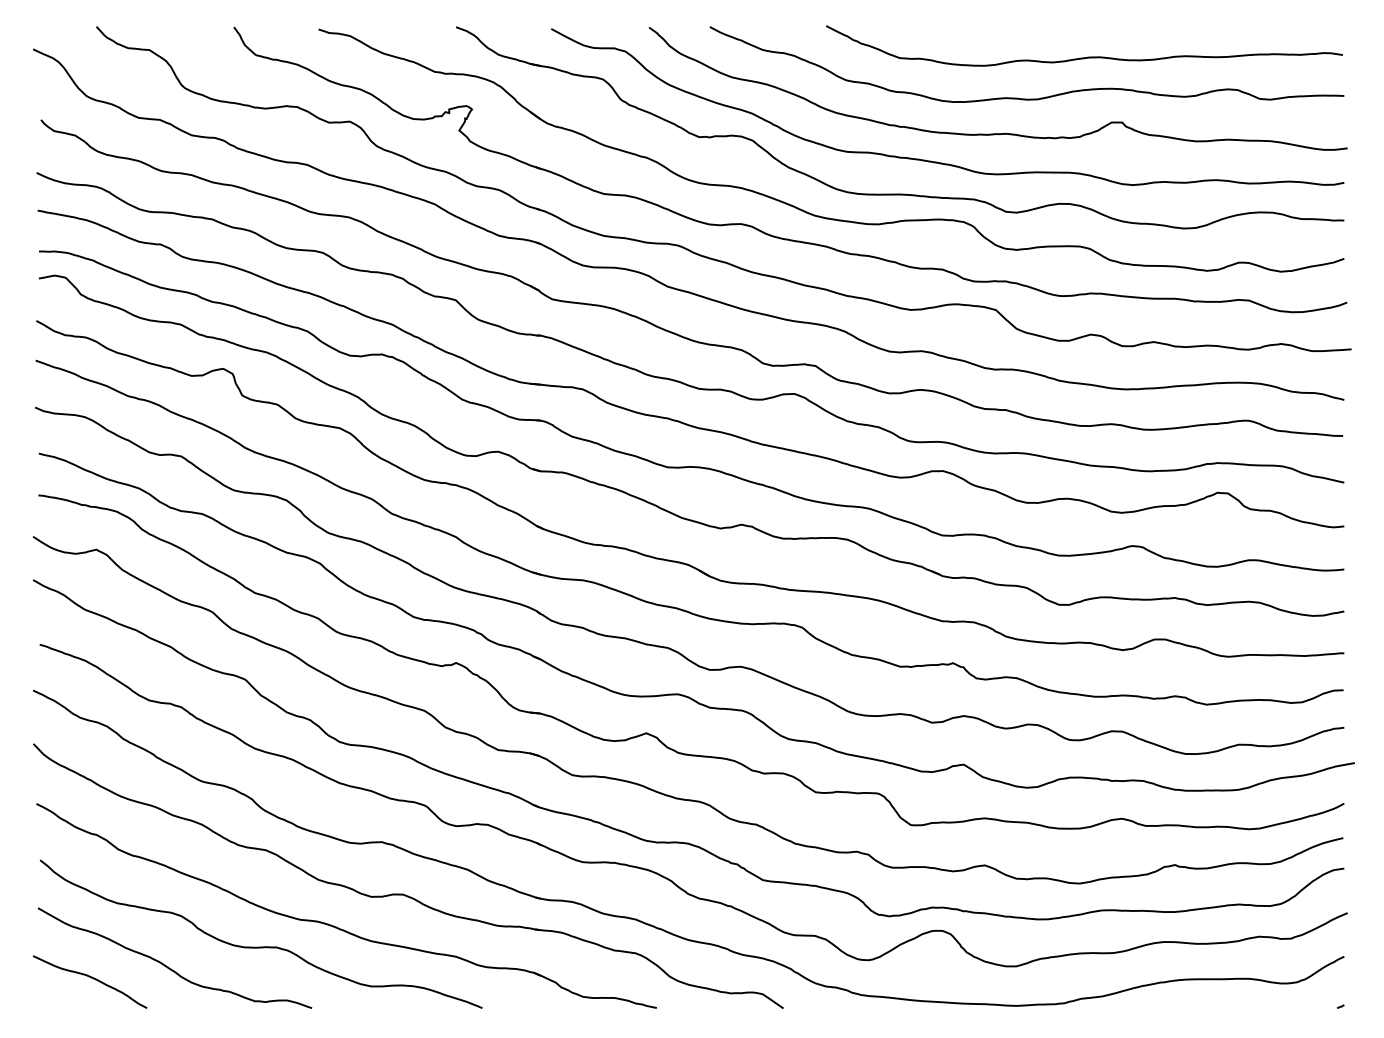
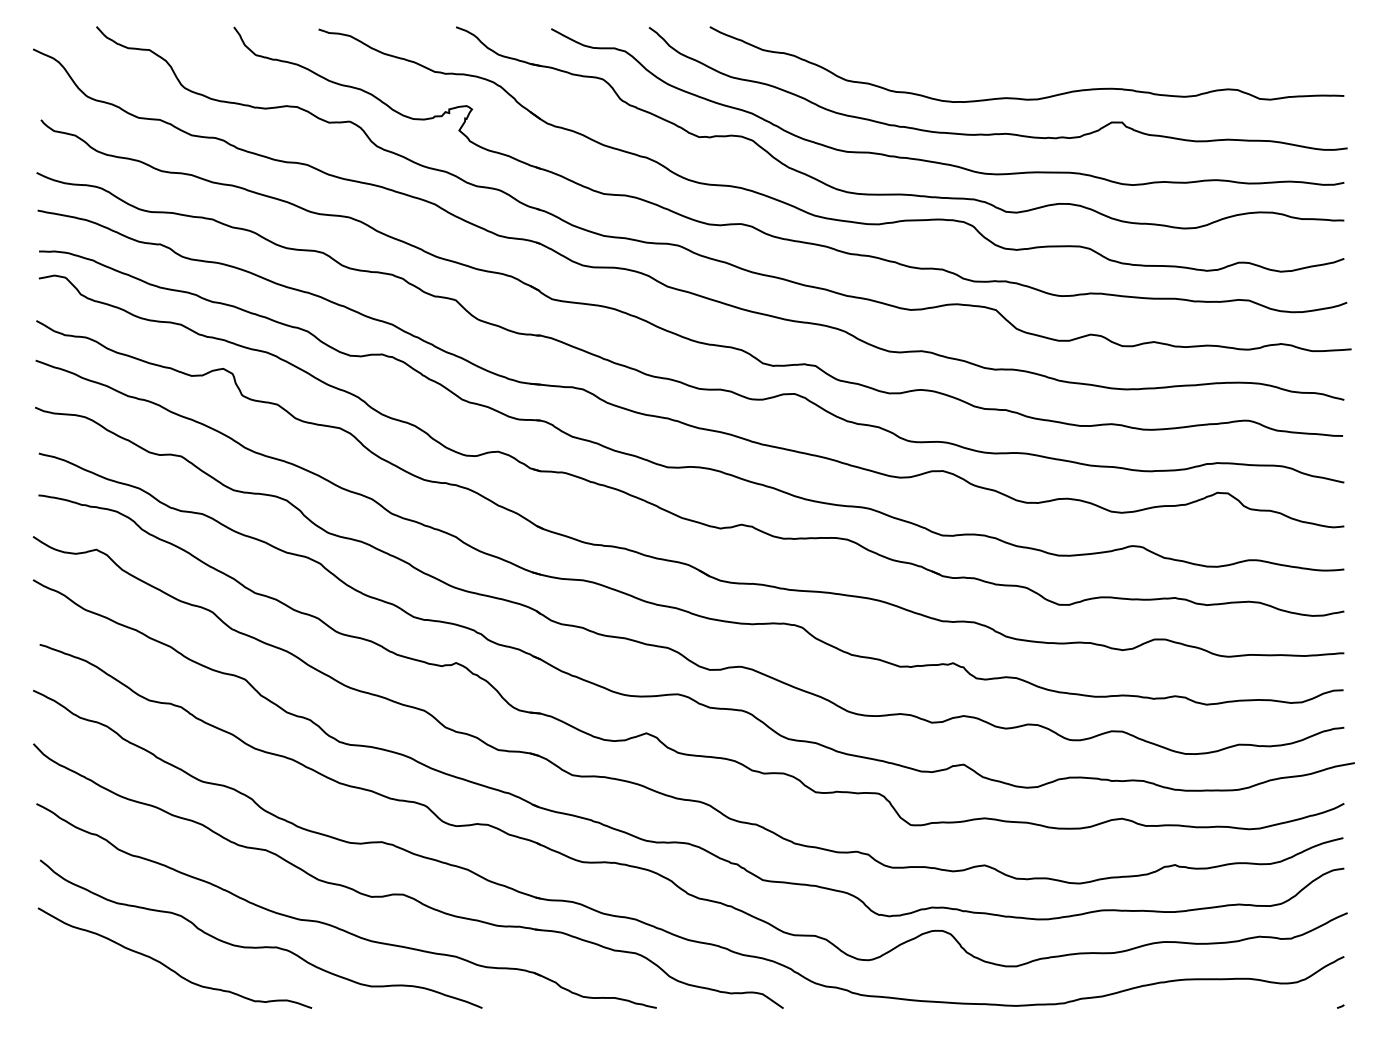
curve at (1087, 56): present -> none
curve at (91, 978): present -> none
